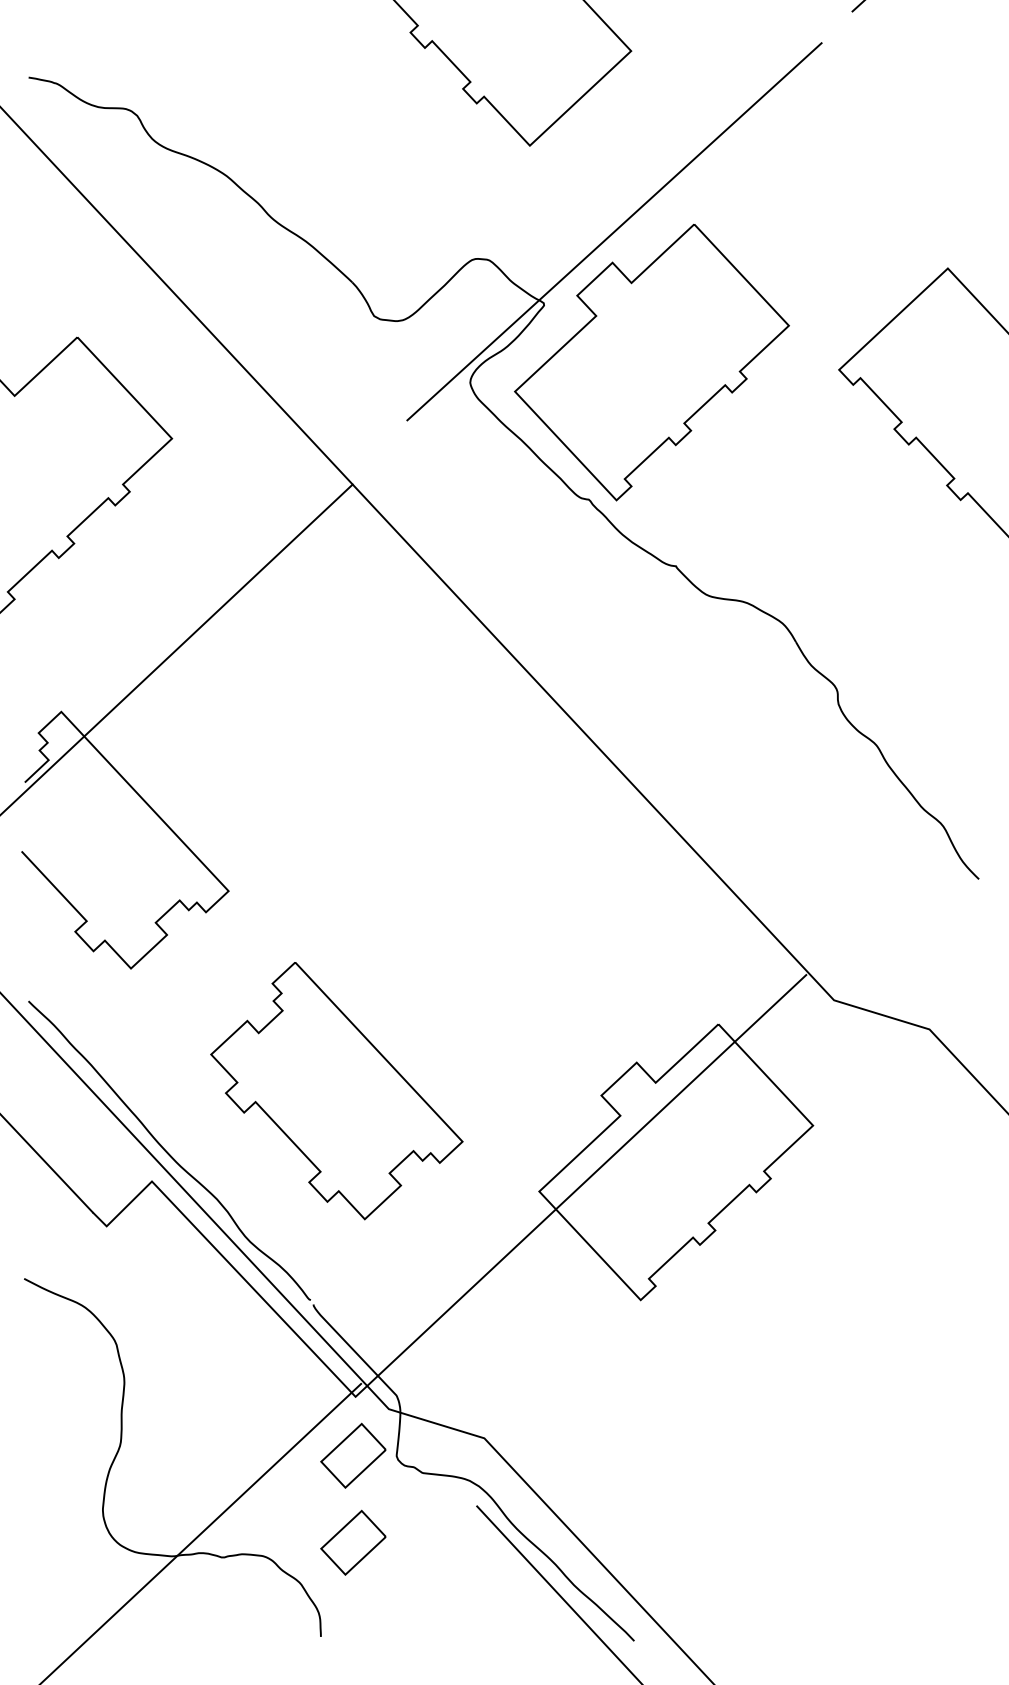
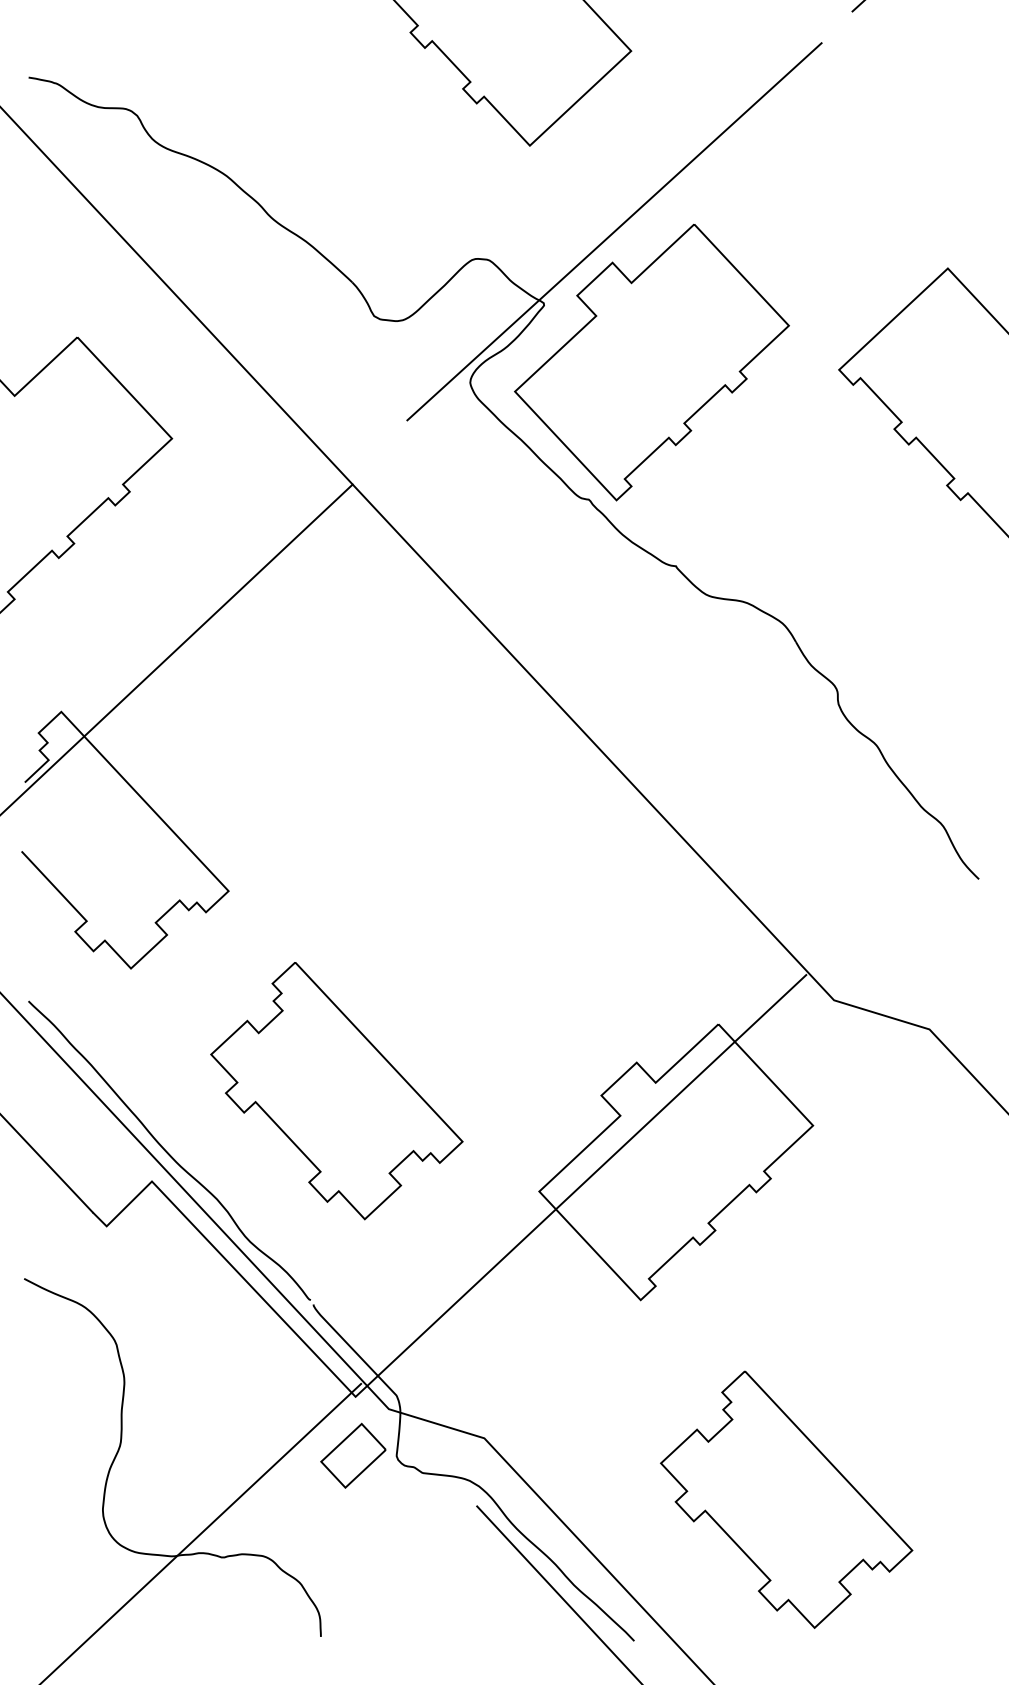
part at (786, 1499): none -> present
part at (353, 1542): present -> none
